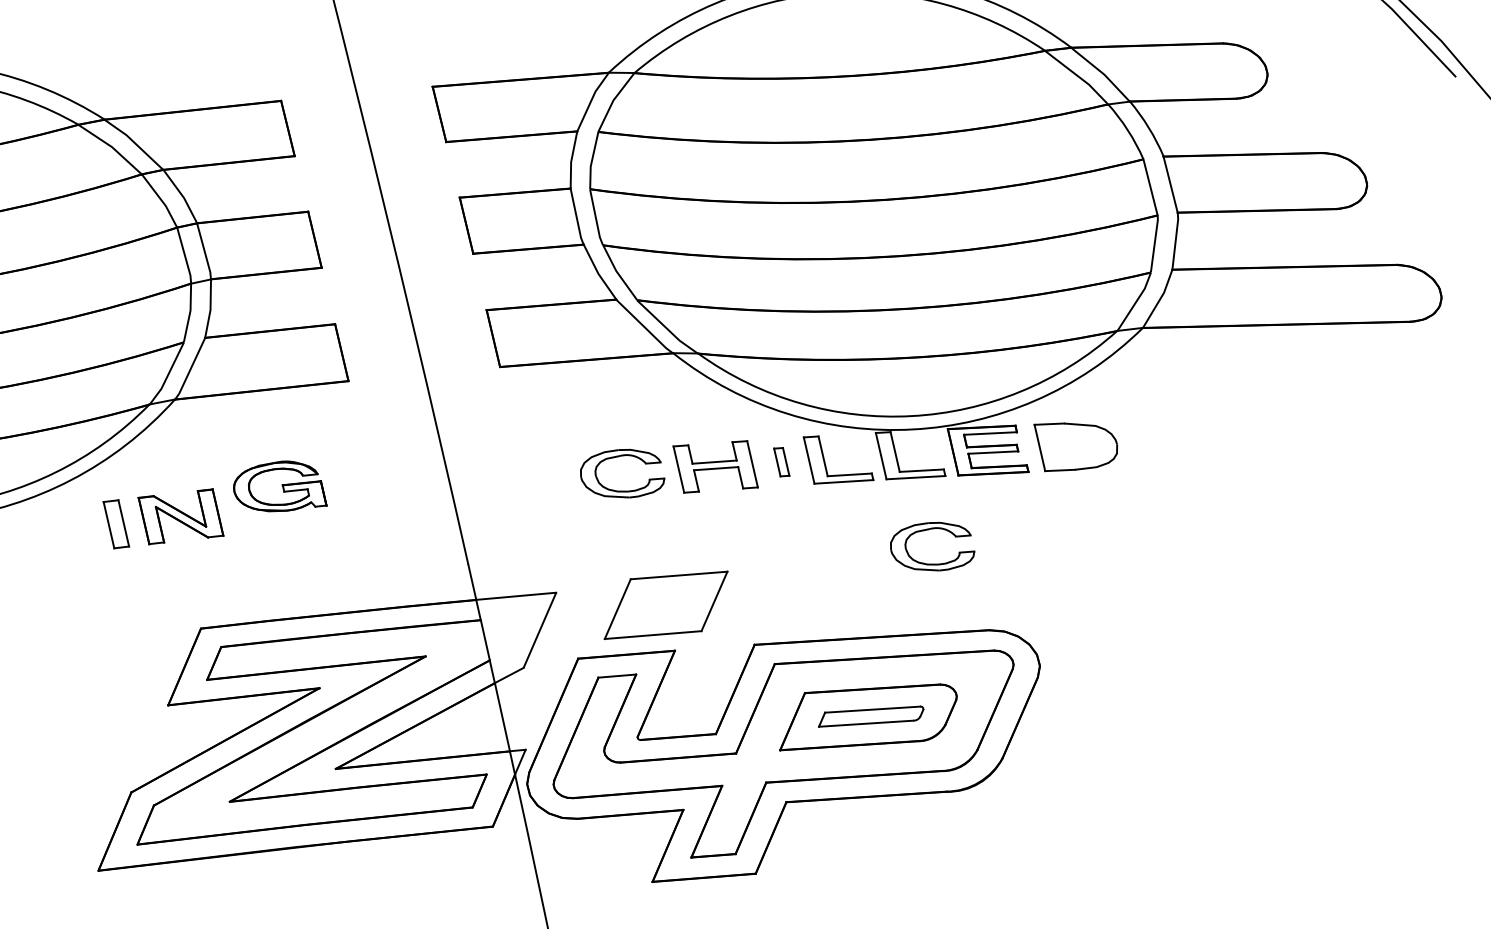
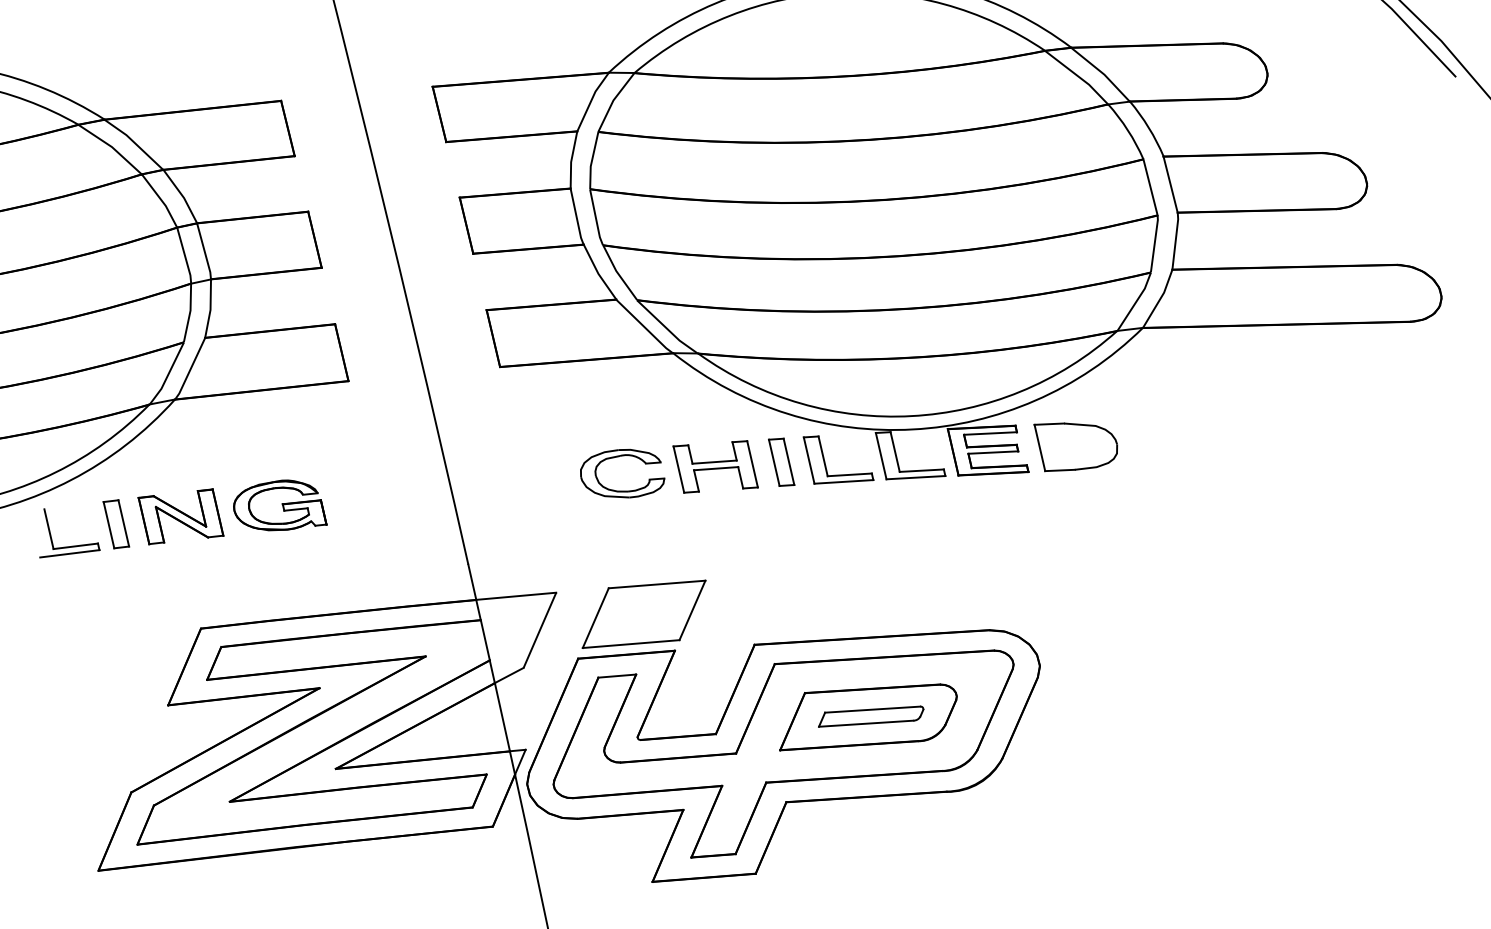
part at (781, 462) size: 18x31 px -> 28x50 px
part at (280, 486) position: (280, 486) -> (280, 505)
part at (928, 530): present -> none
part at (71, 545): none -> present
part at (665, 604) position: (665, 604) -> (643, 613)
